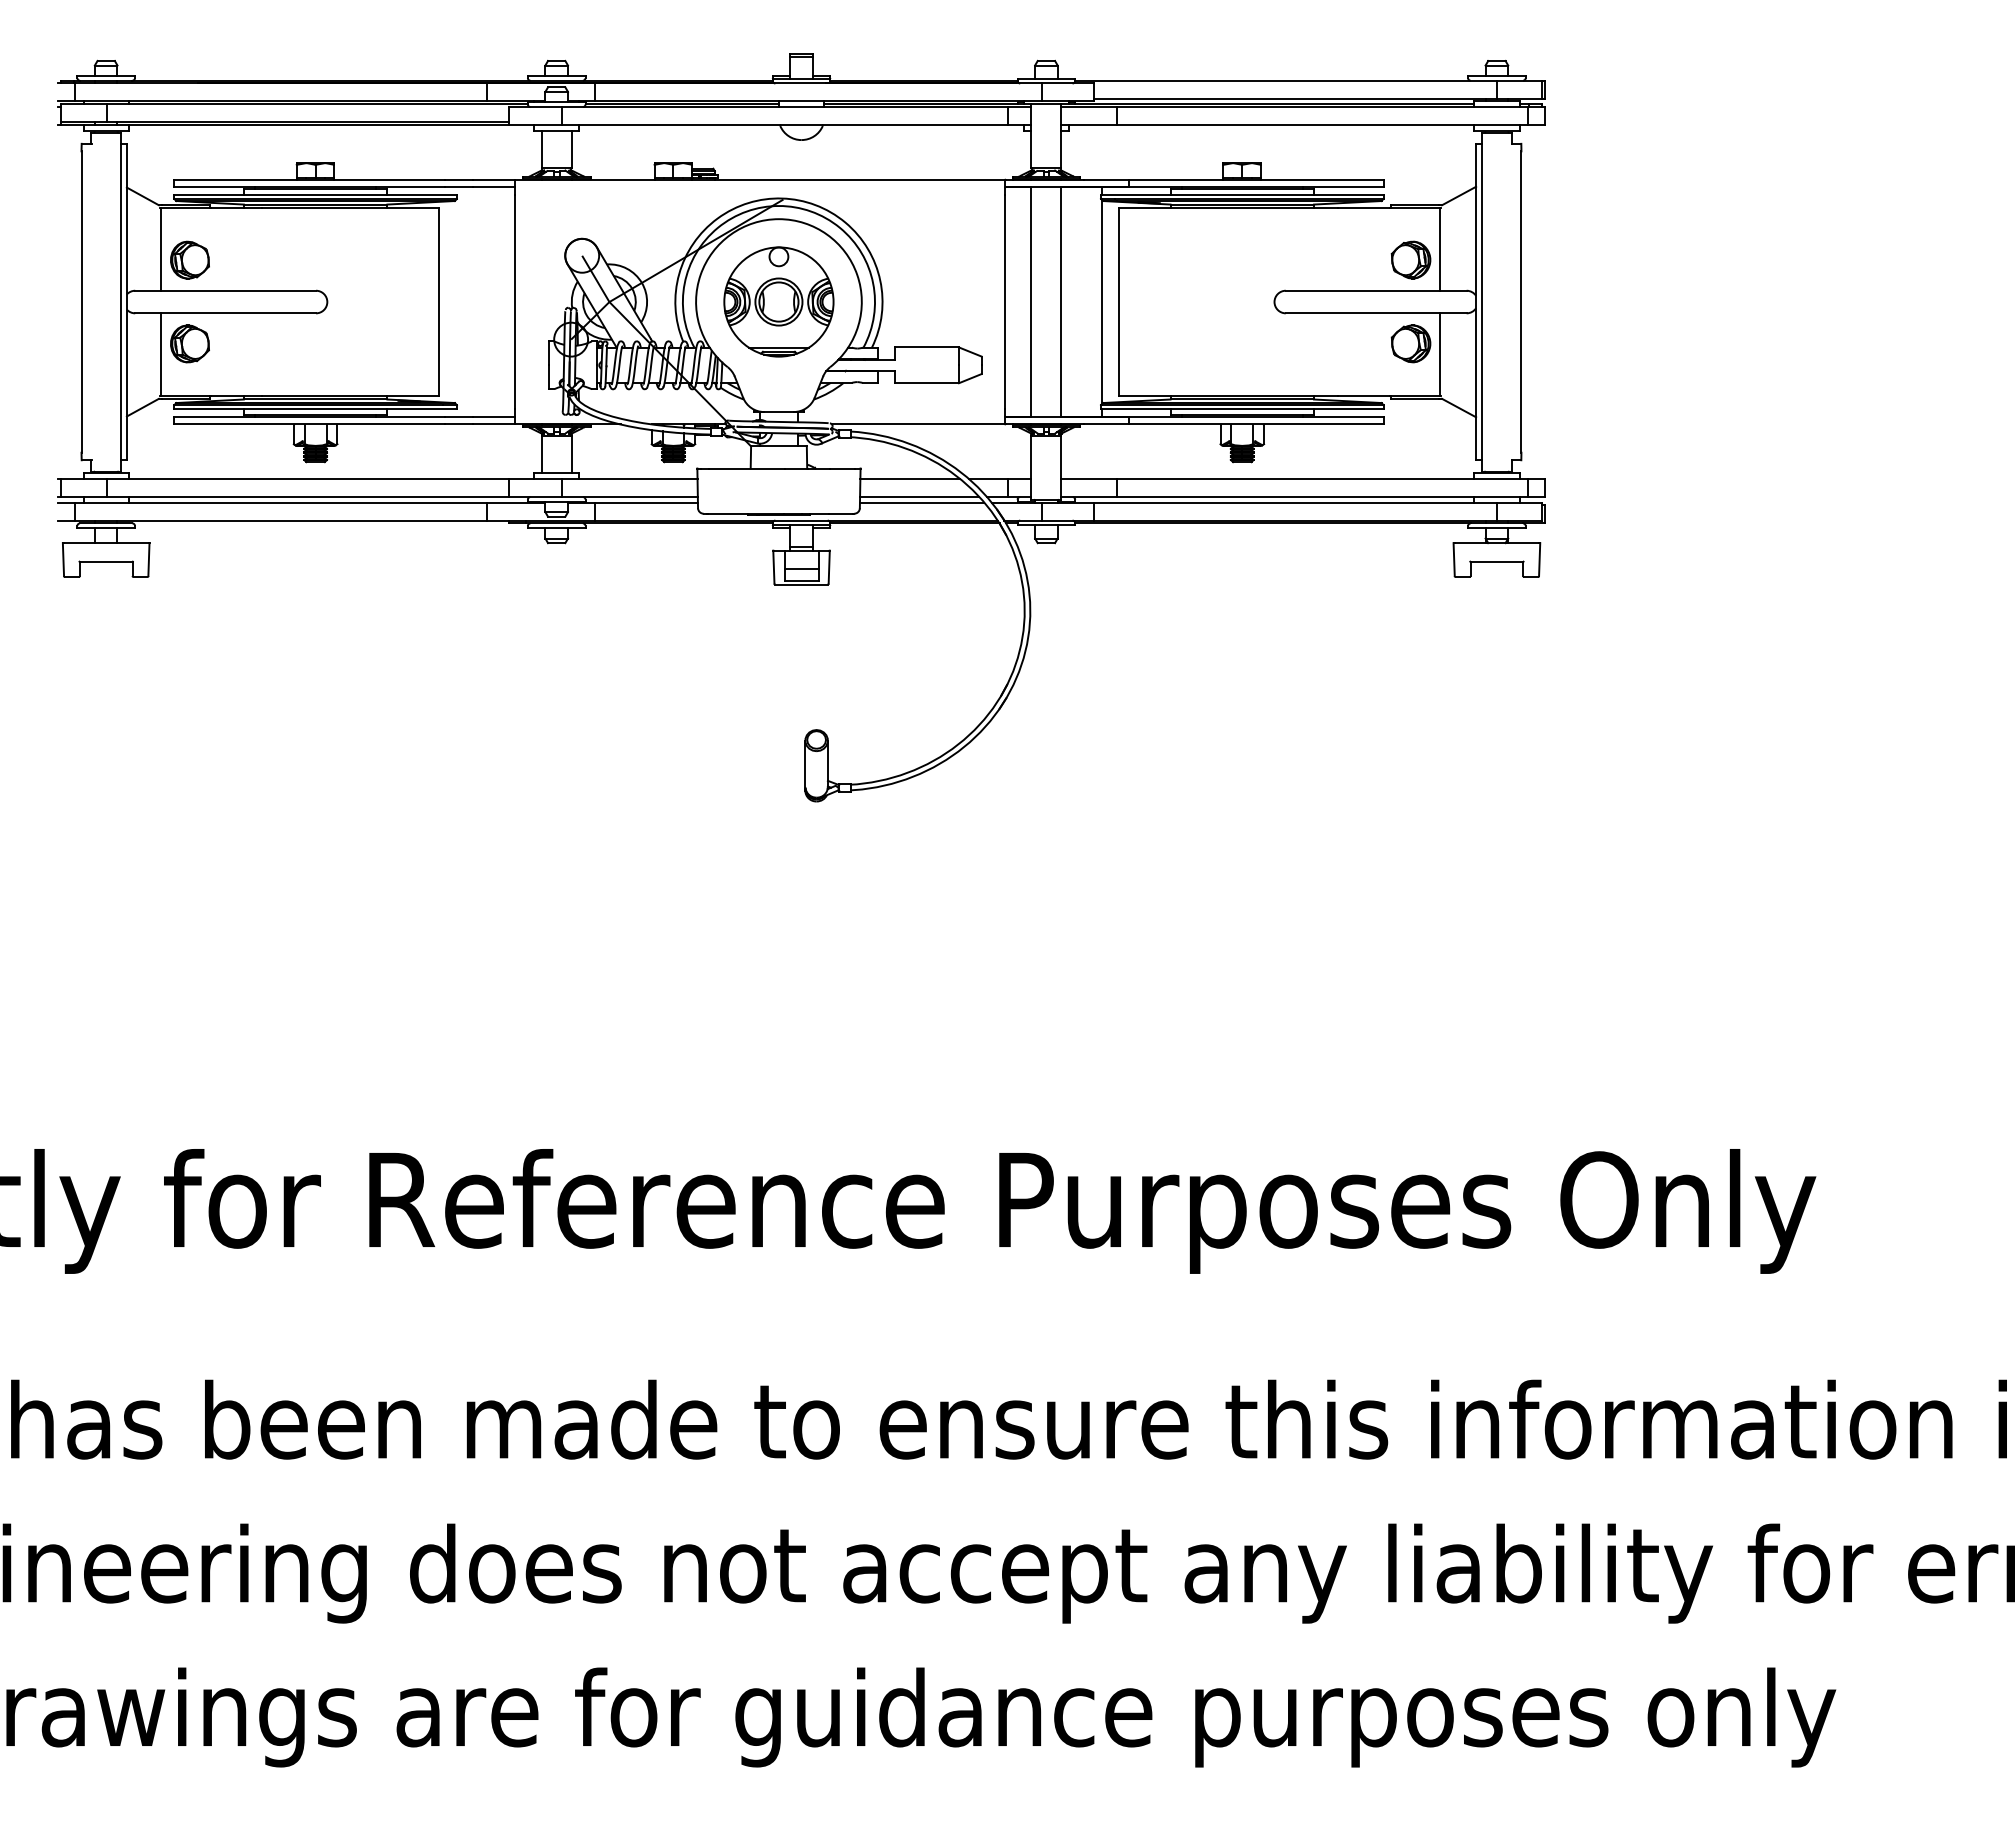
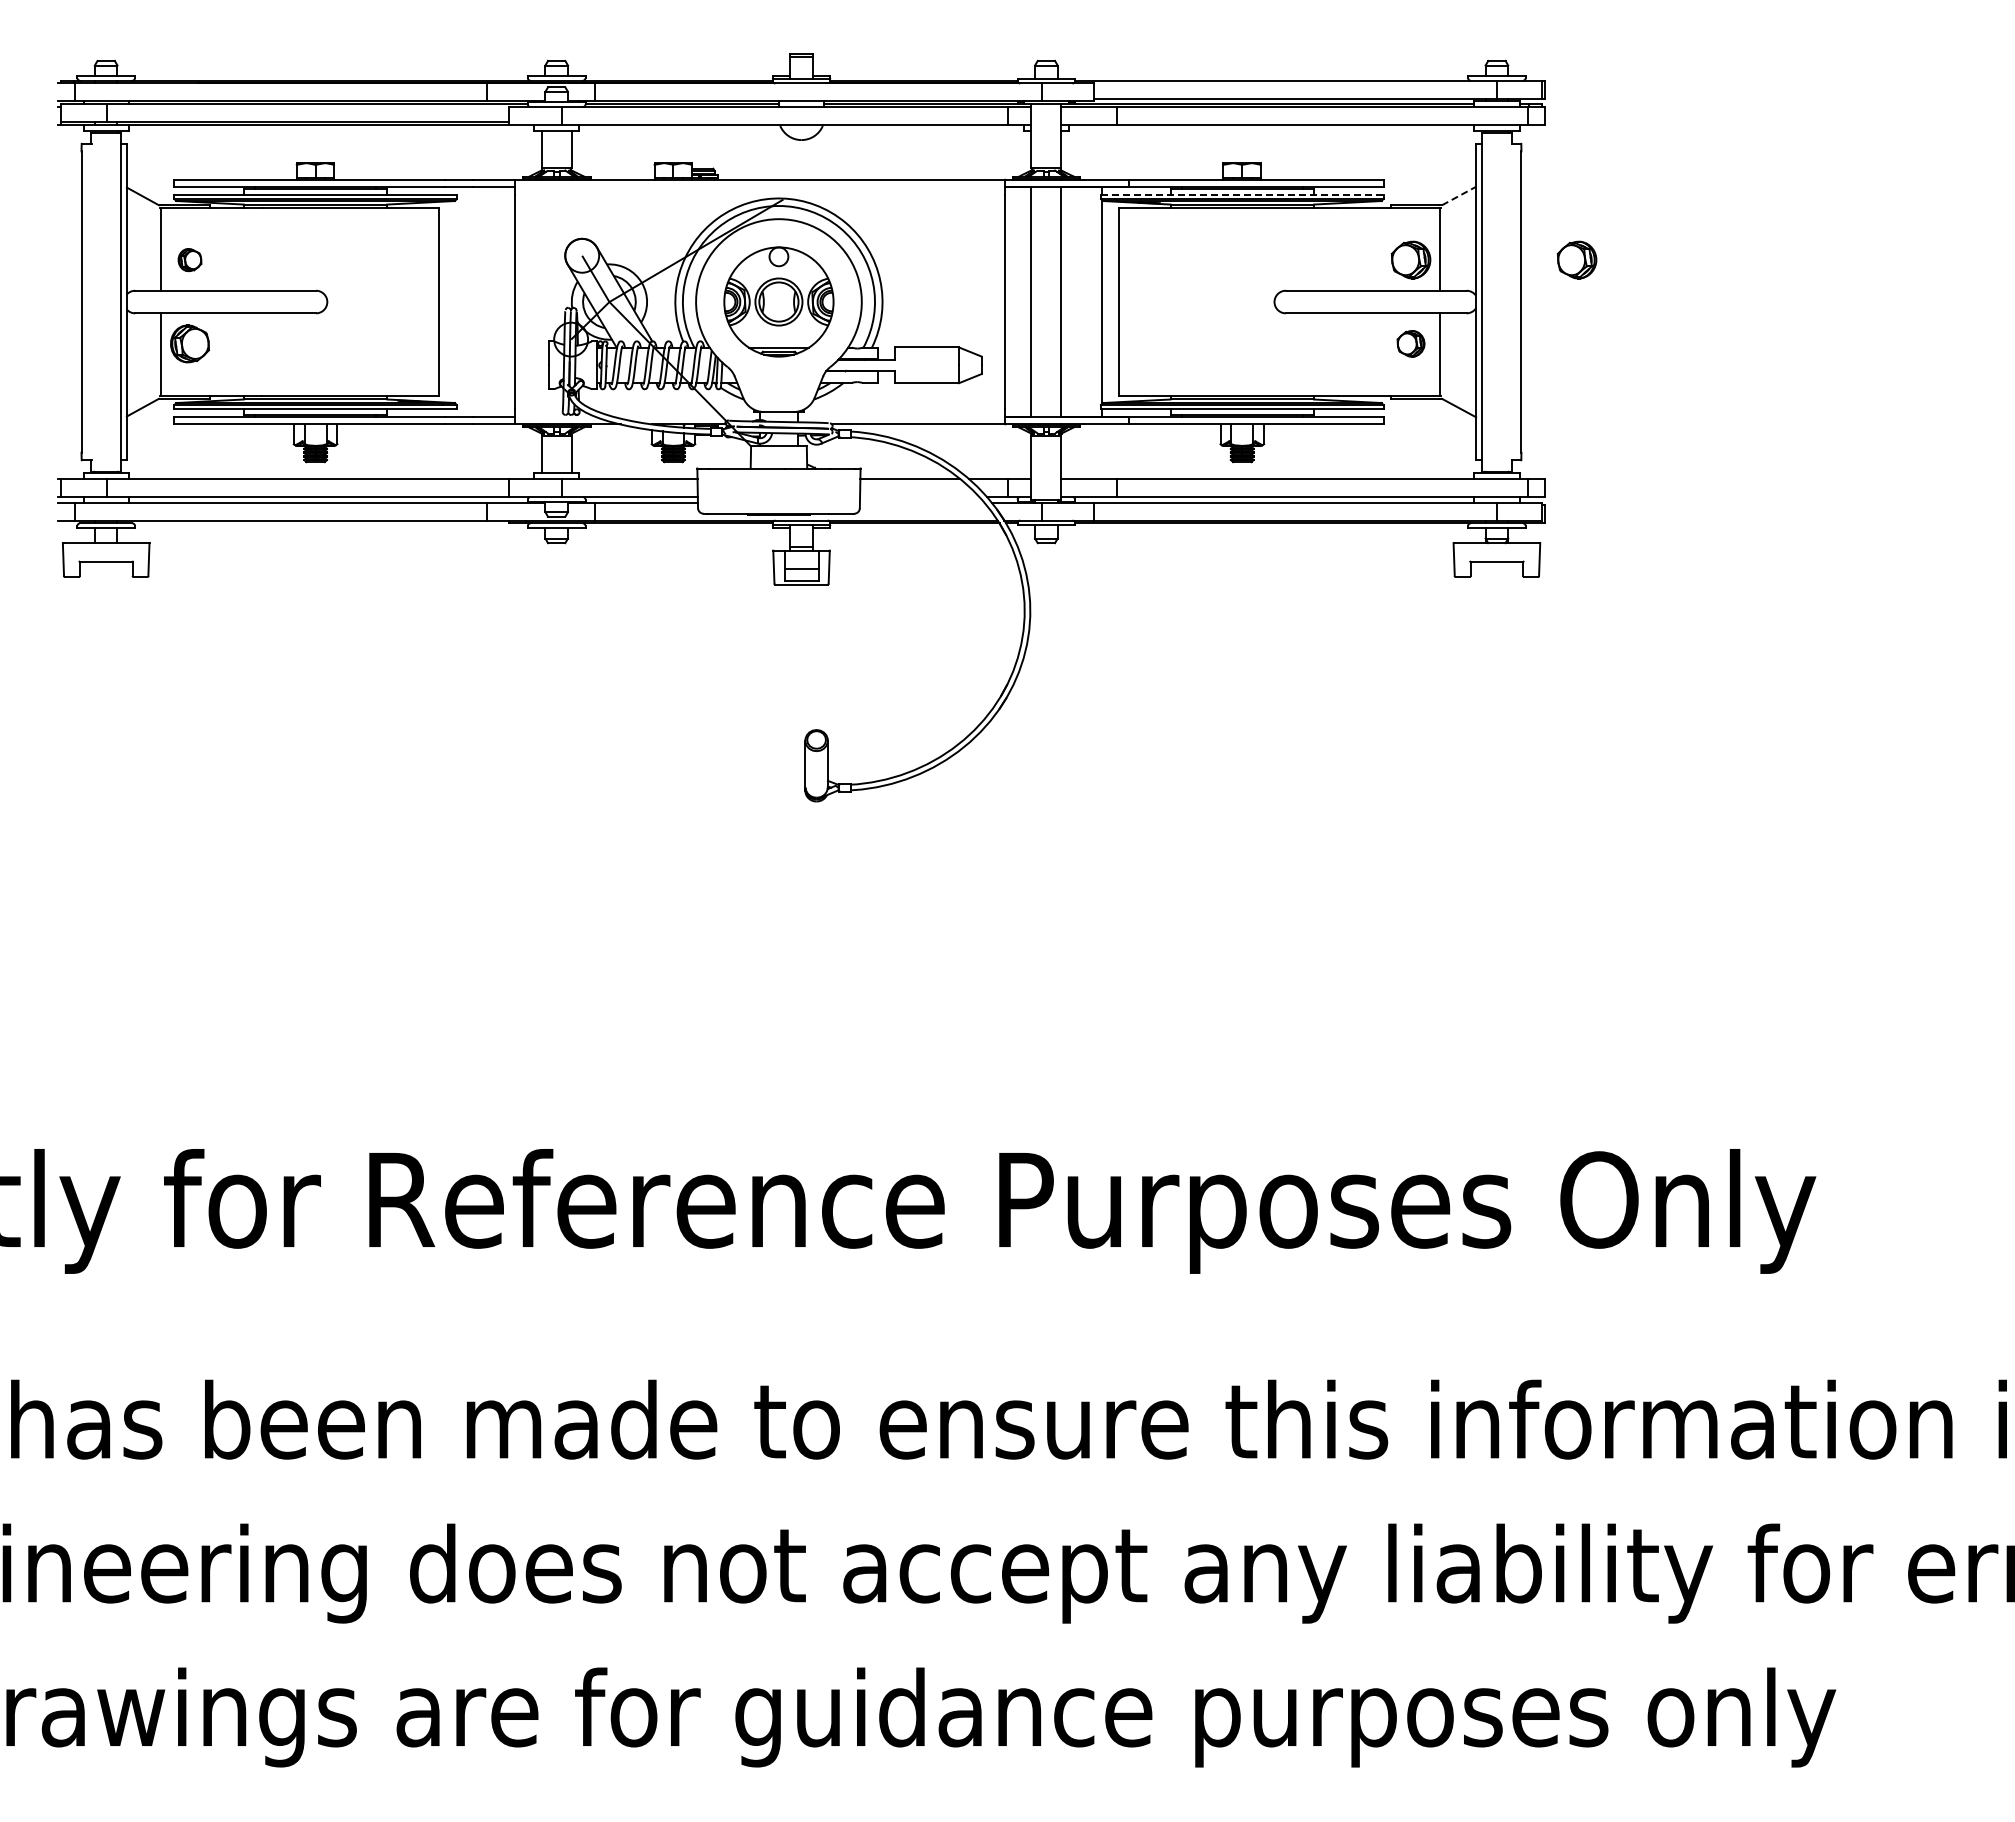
line at (1242, 194): solid -> dashed
line at (1459, 195): solid -> dashed
part at (189, 259) size: 40x40 px -> 26x25 px
part at (1576, 259): none -> present
part at (1410, 343) size: 42x40 px -> 30x28 px
line at (919, 497): present -> none
line at (921, 502): present -> none
